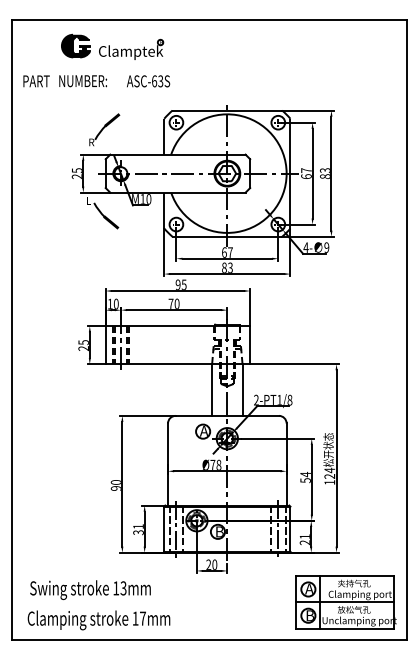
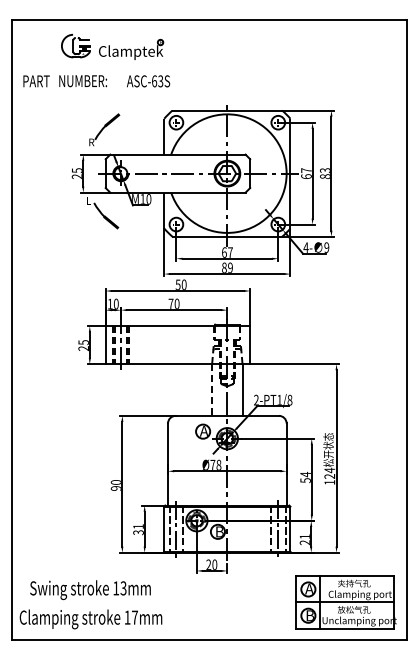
fill at (75, 45): present -> none
text at (230, 267): 83 -> 89
text at (180, 284): 95 -> 50
line at (212, 390): solid -> dashed
text at (98, 620) position: (98, 620) -> (90, 619)
